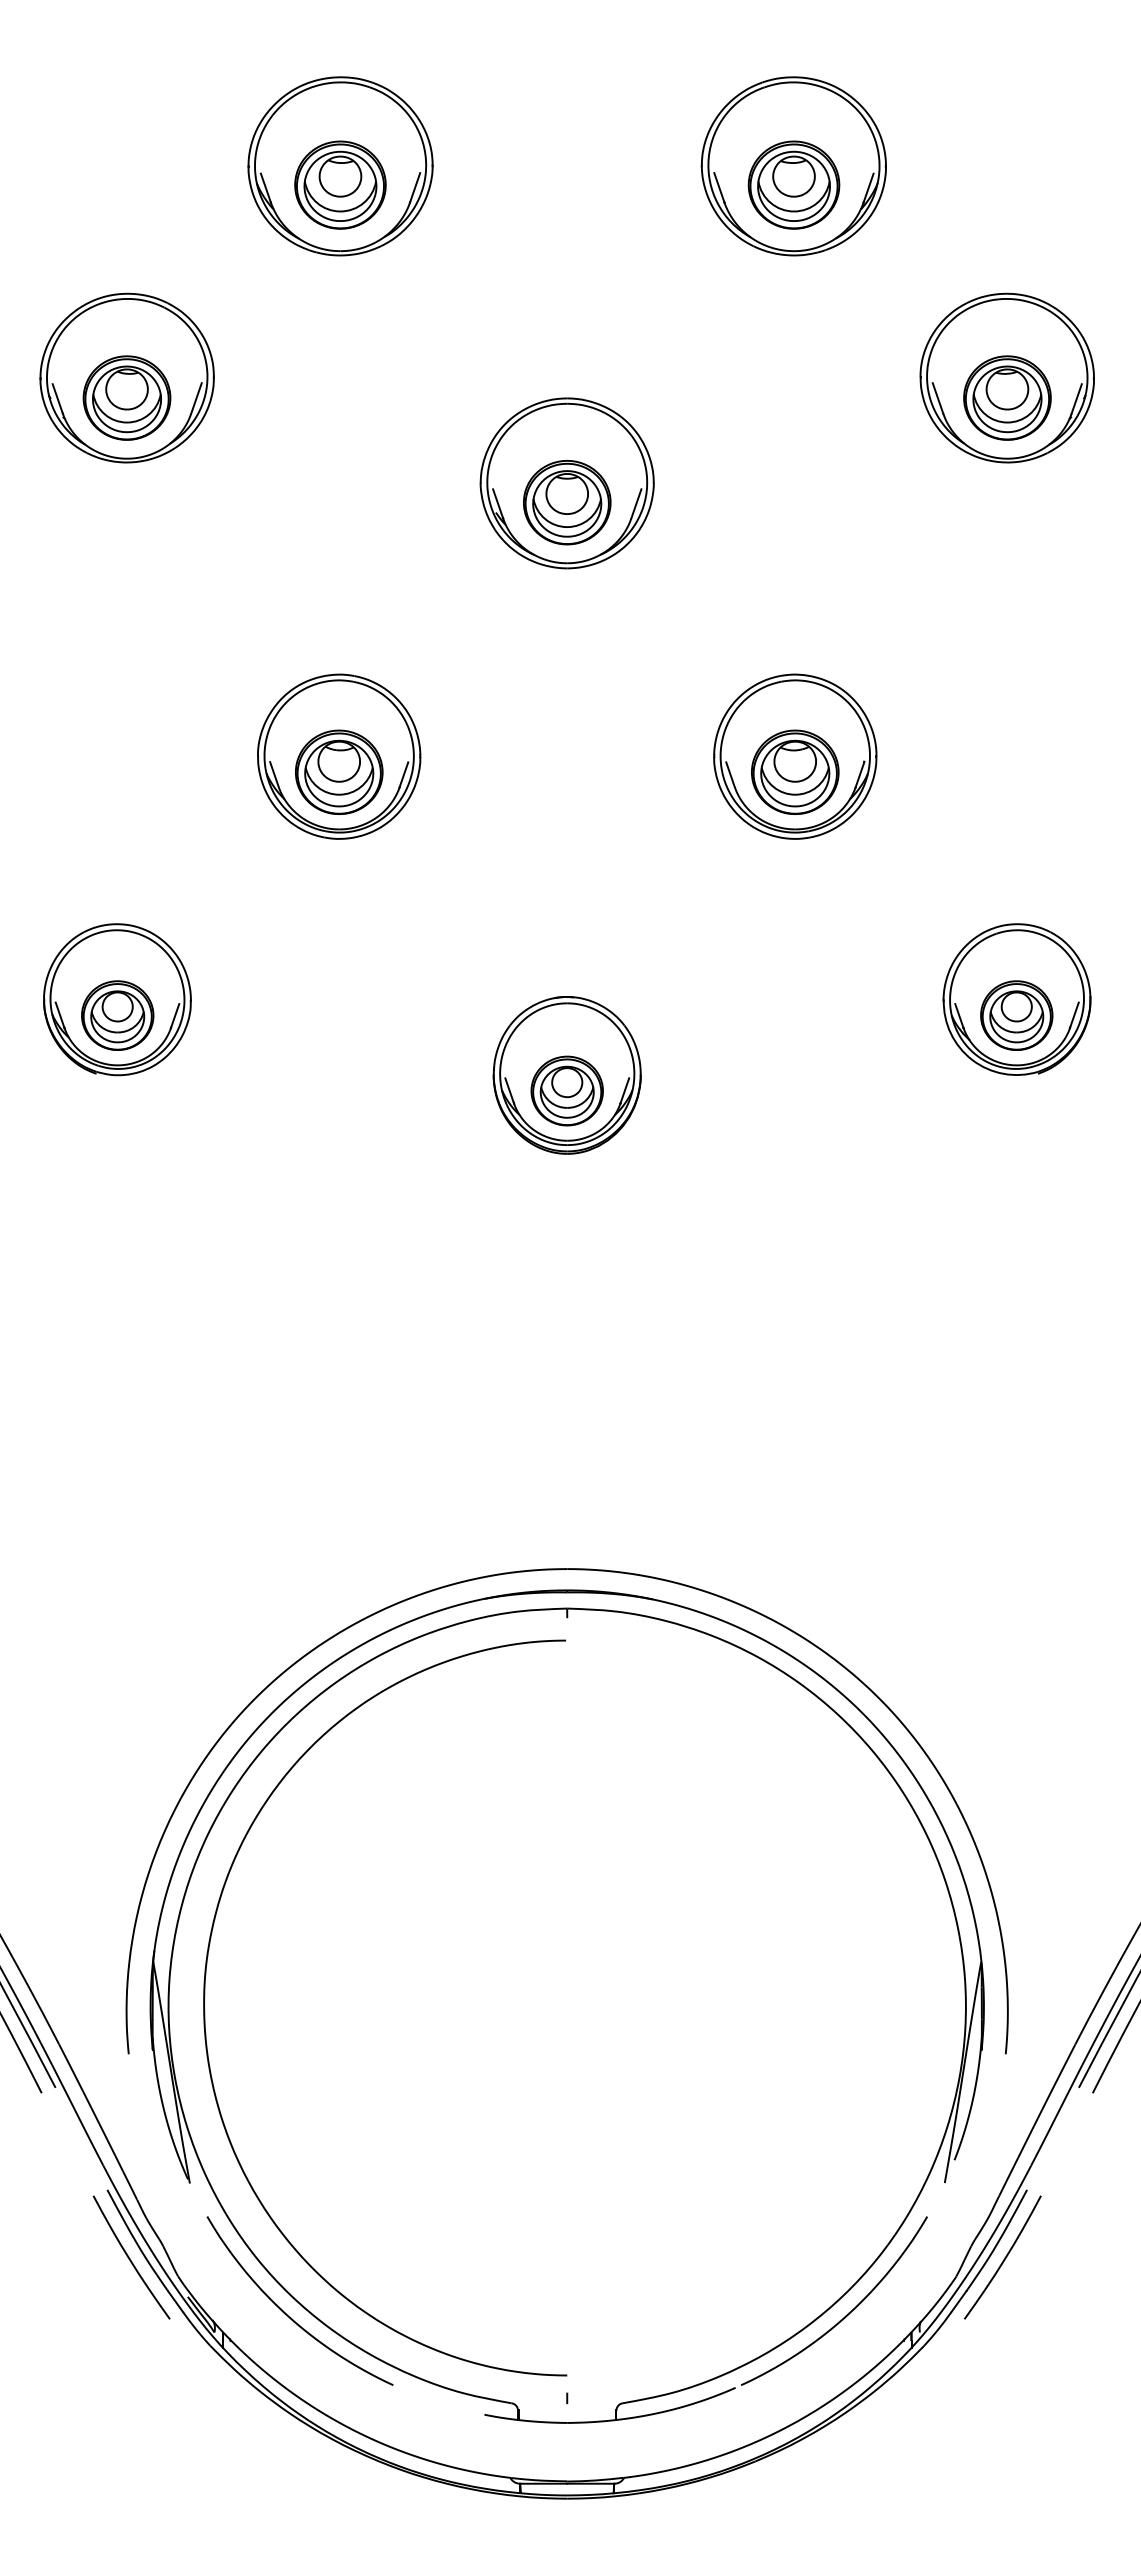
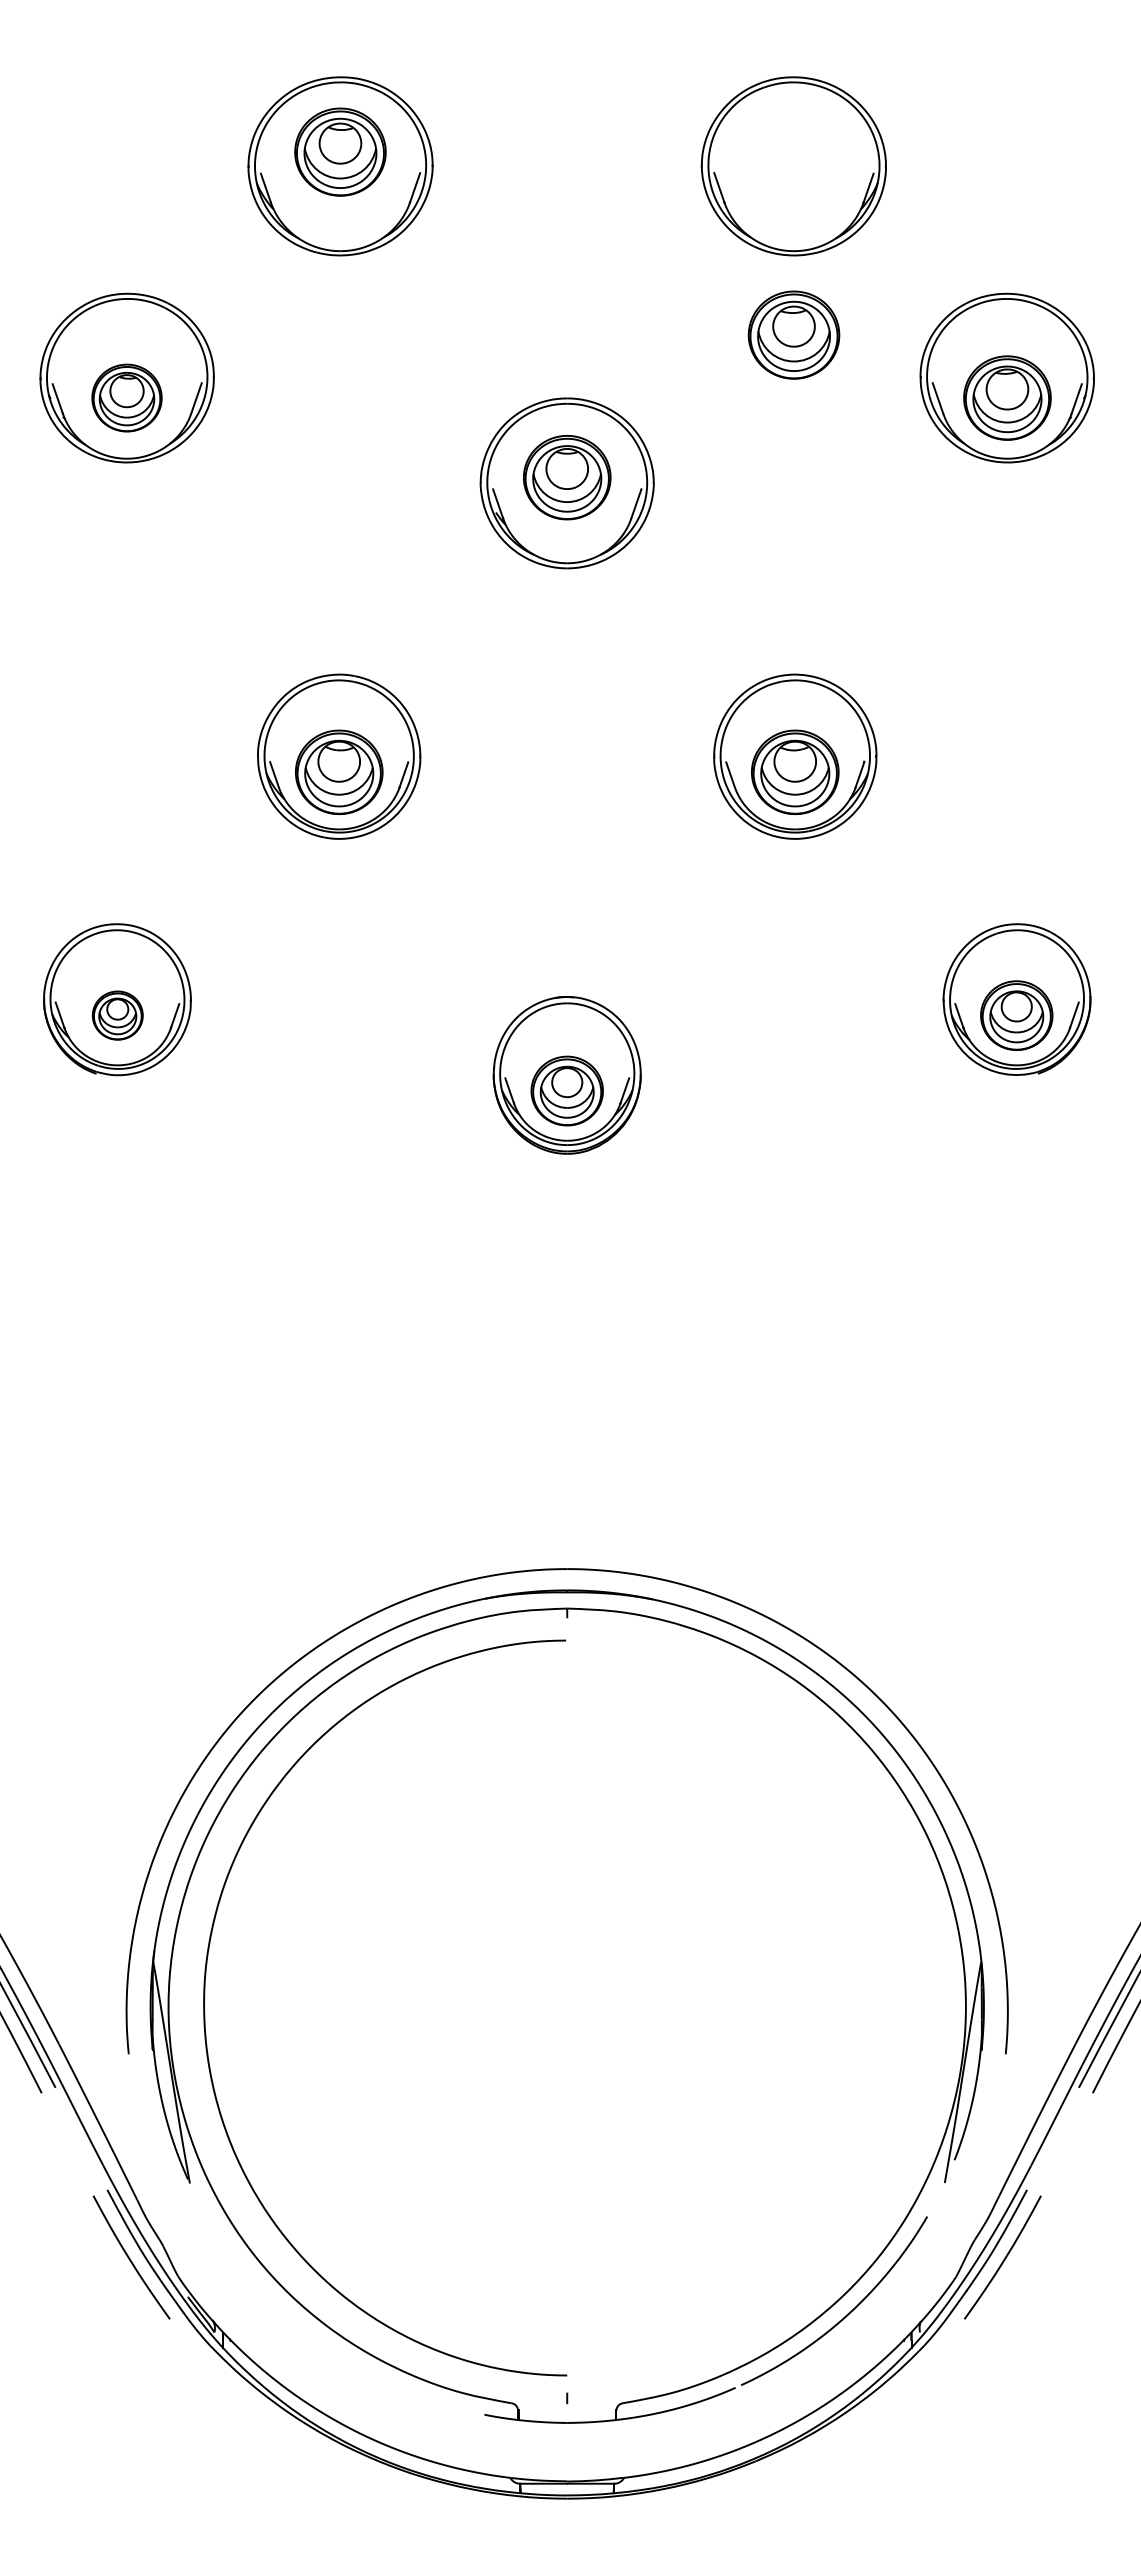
part at (340, 184) position: (340, 184) -> (340, 151)
part at (793, 184) position: (793, 184) -> (793, 334)
part at (126, 397) size: 90x86 px -> 72x70 px
part at (567, 502) position: (567, 502) -> (567, 477)
part at (117, 1015) size: 74x71 px -> 53x51 px
curve at (290, 2316): present -> none
